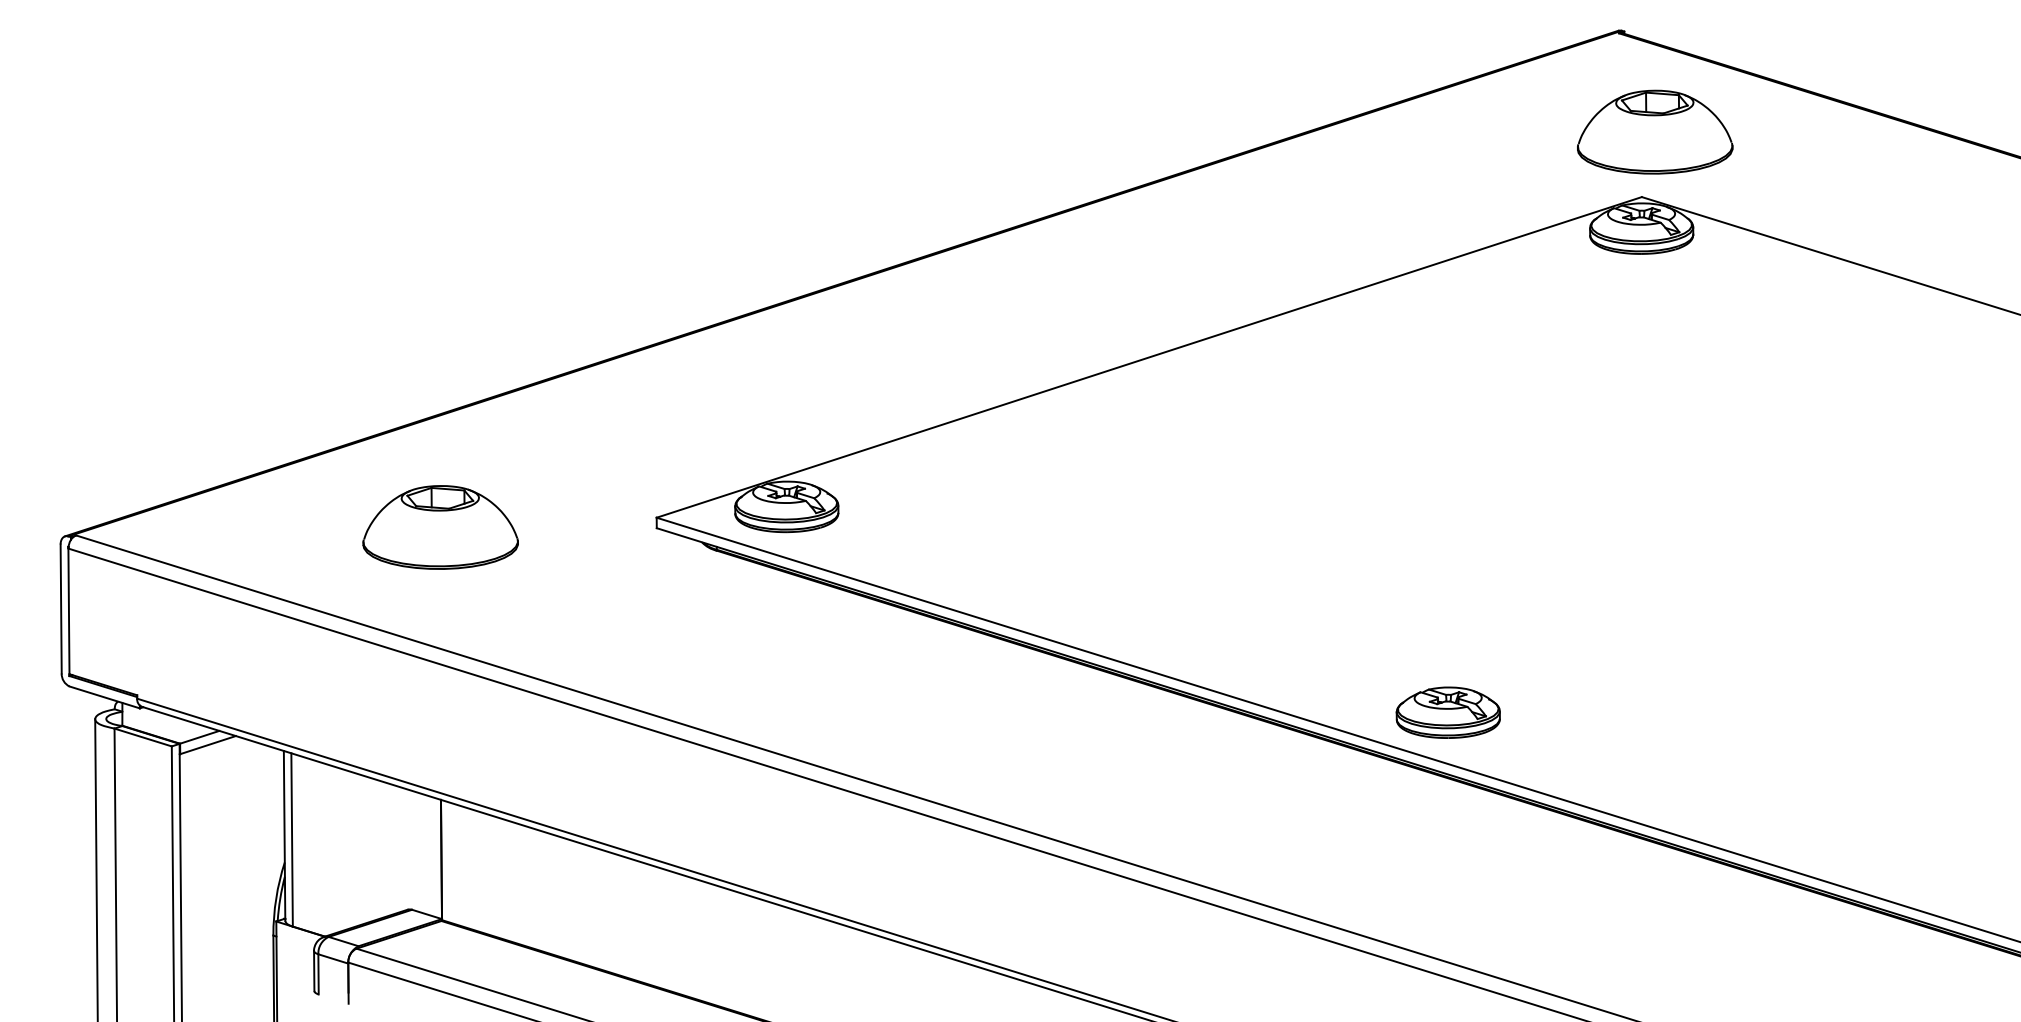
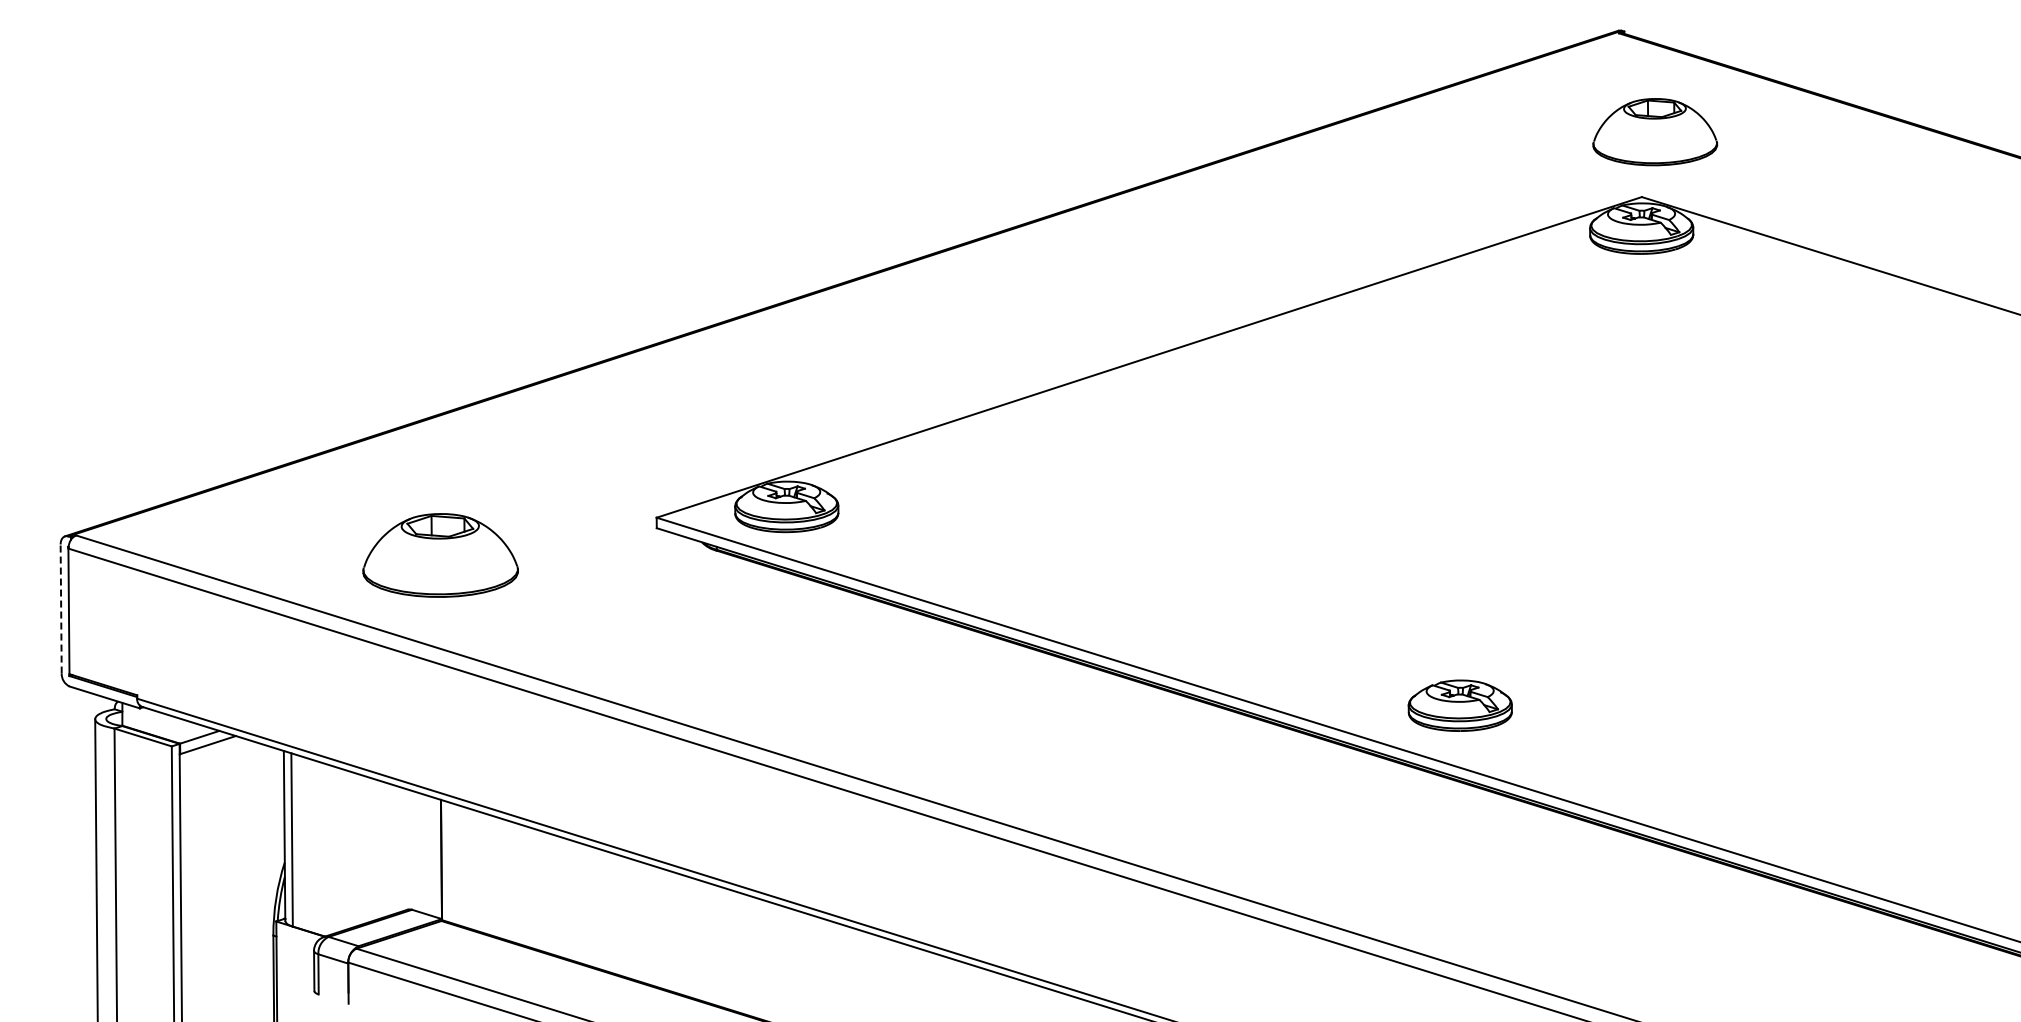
part at (1655, 131) size: 157x86 px -> 127x69 px
part at (440, 527) position: (440, 527) -> (440, 555)
line at (61, 609): solid -> dashed
part at (1447, 712) position: (1447, 712) -> (1459, 705)
